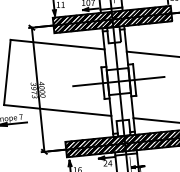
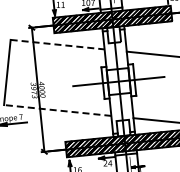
line at (58, 44): solid -> dashed
line at (57, 110): solid -> dashed
